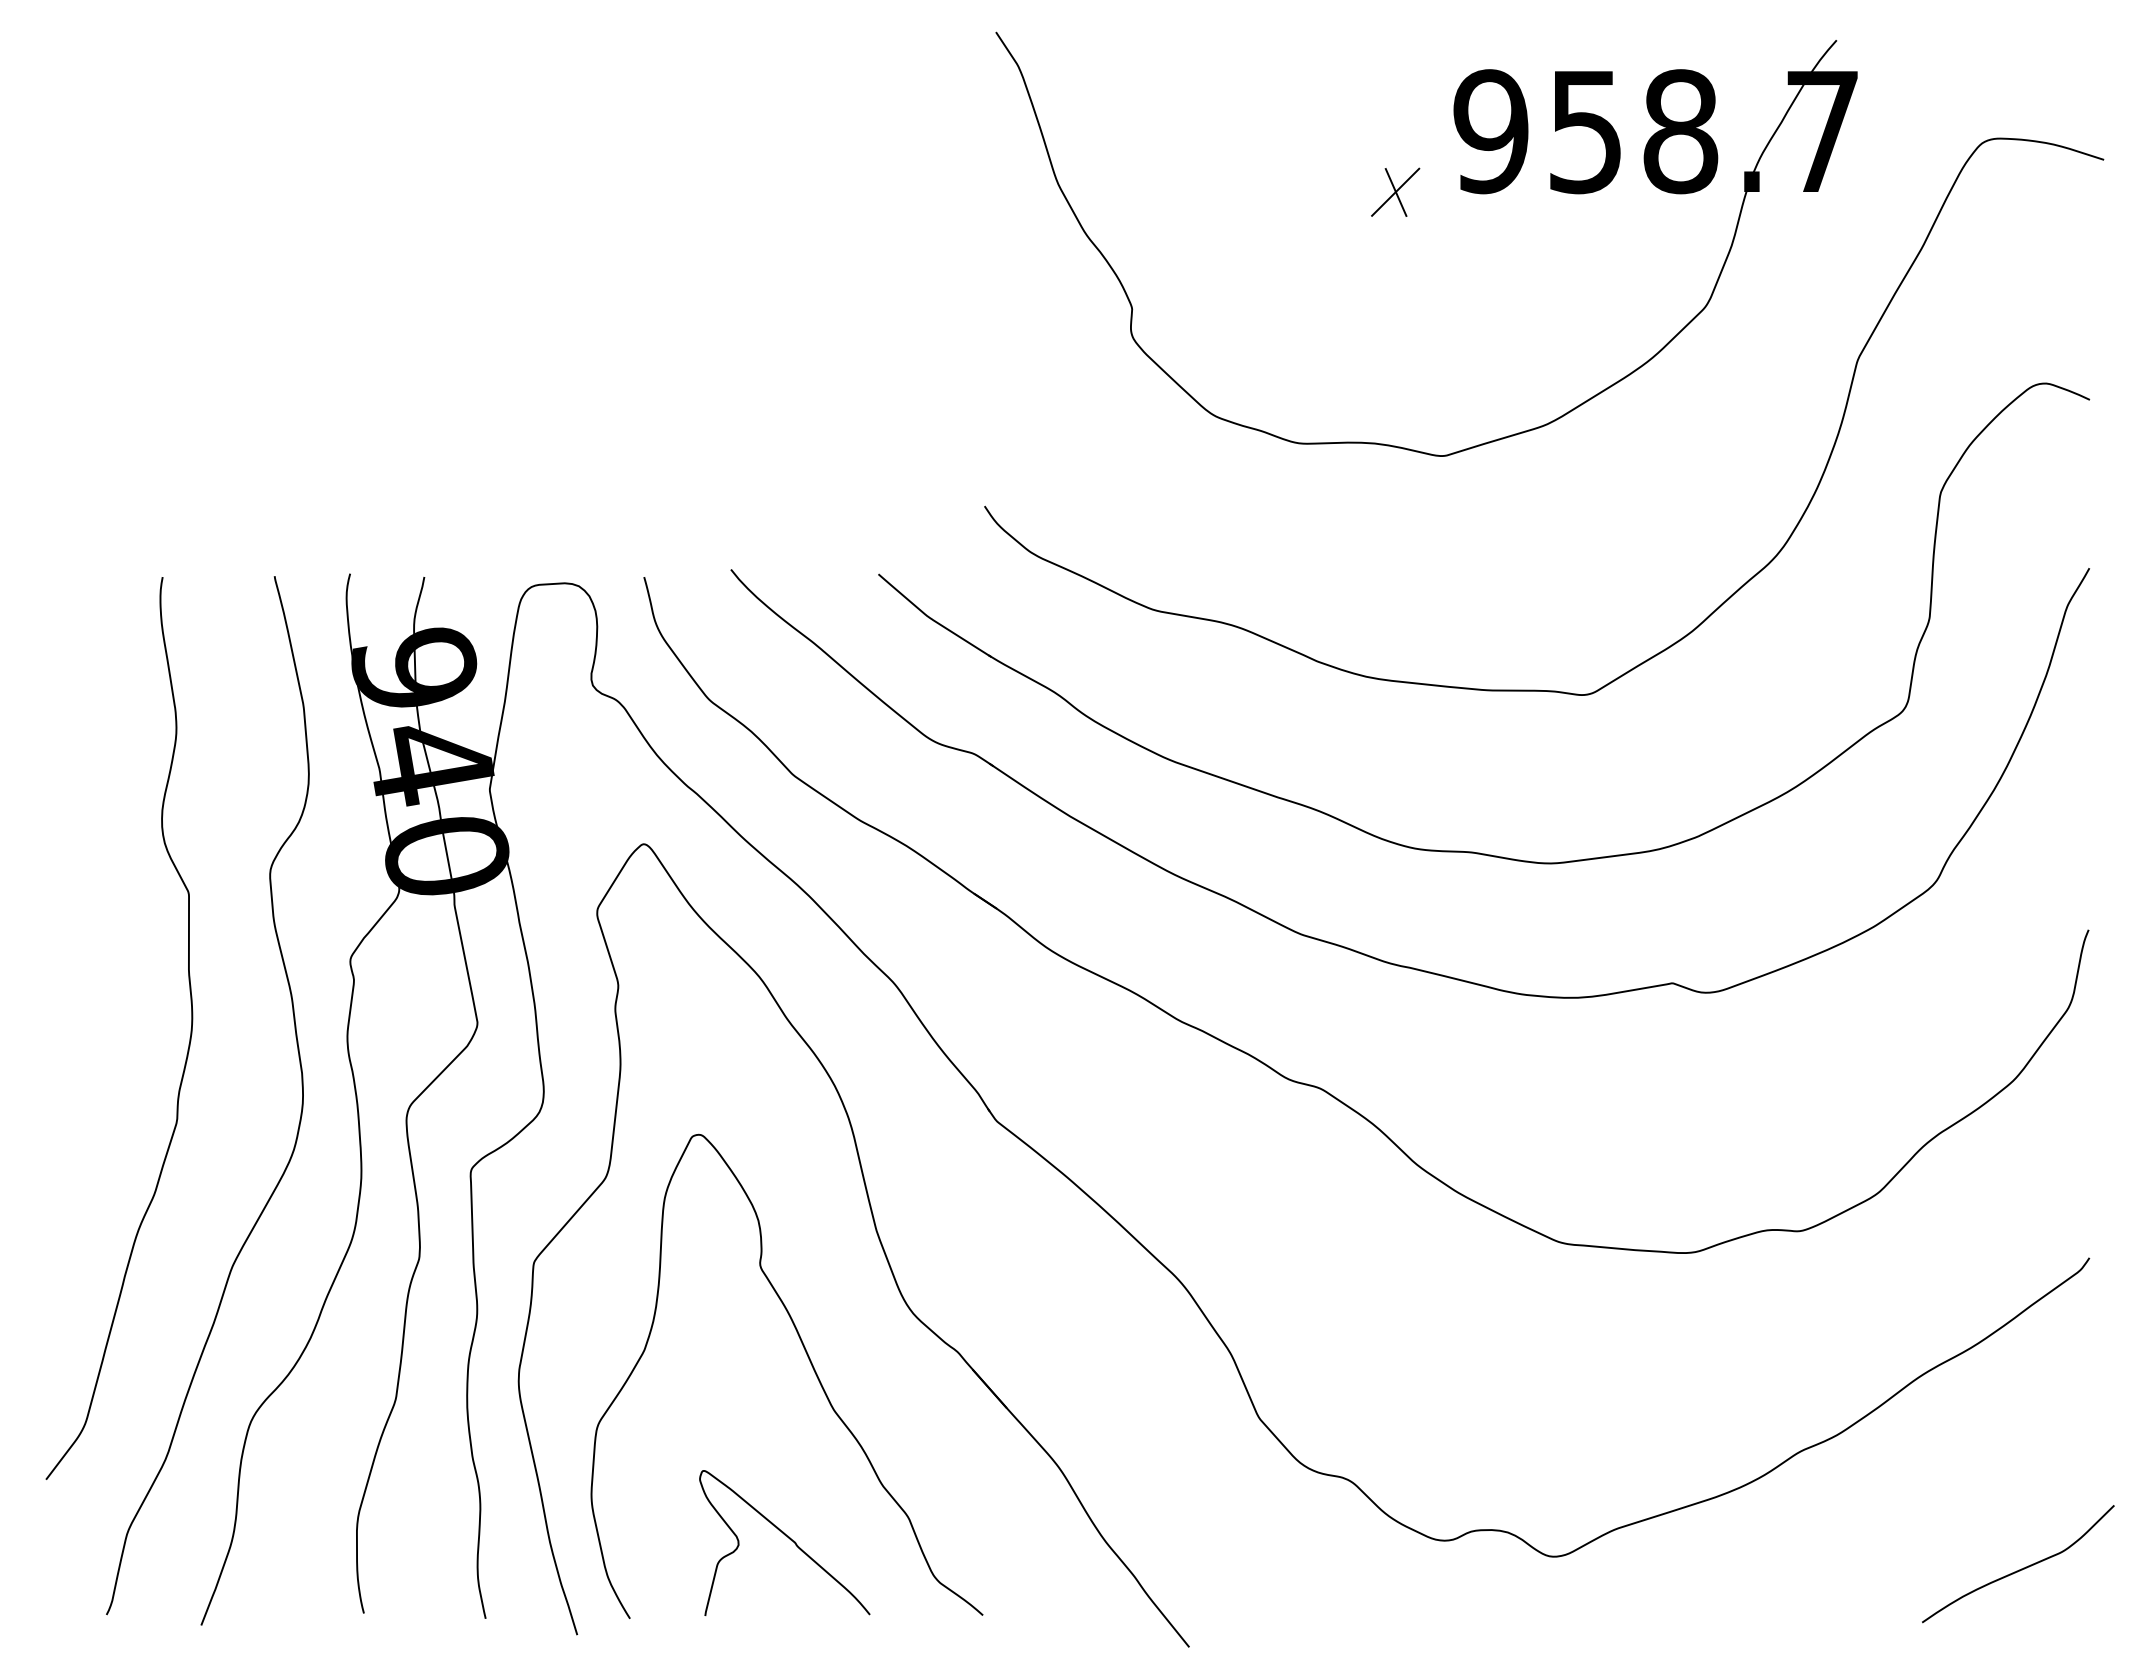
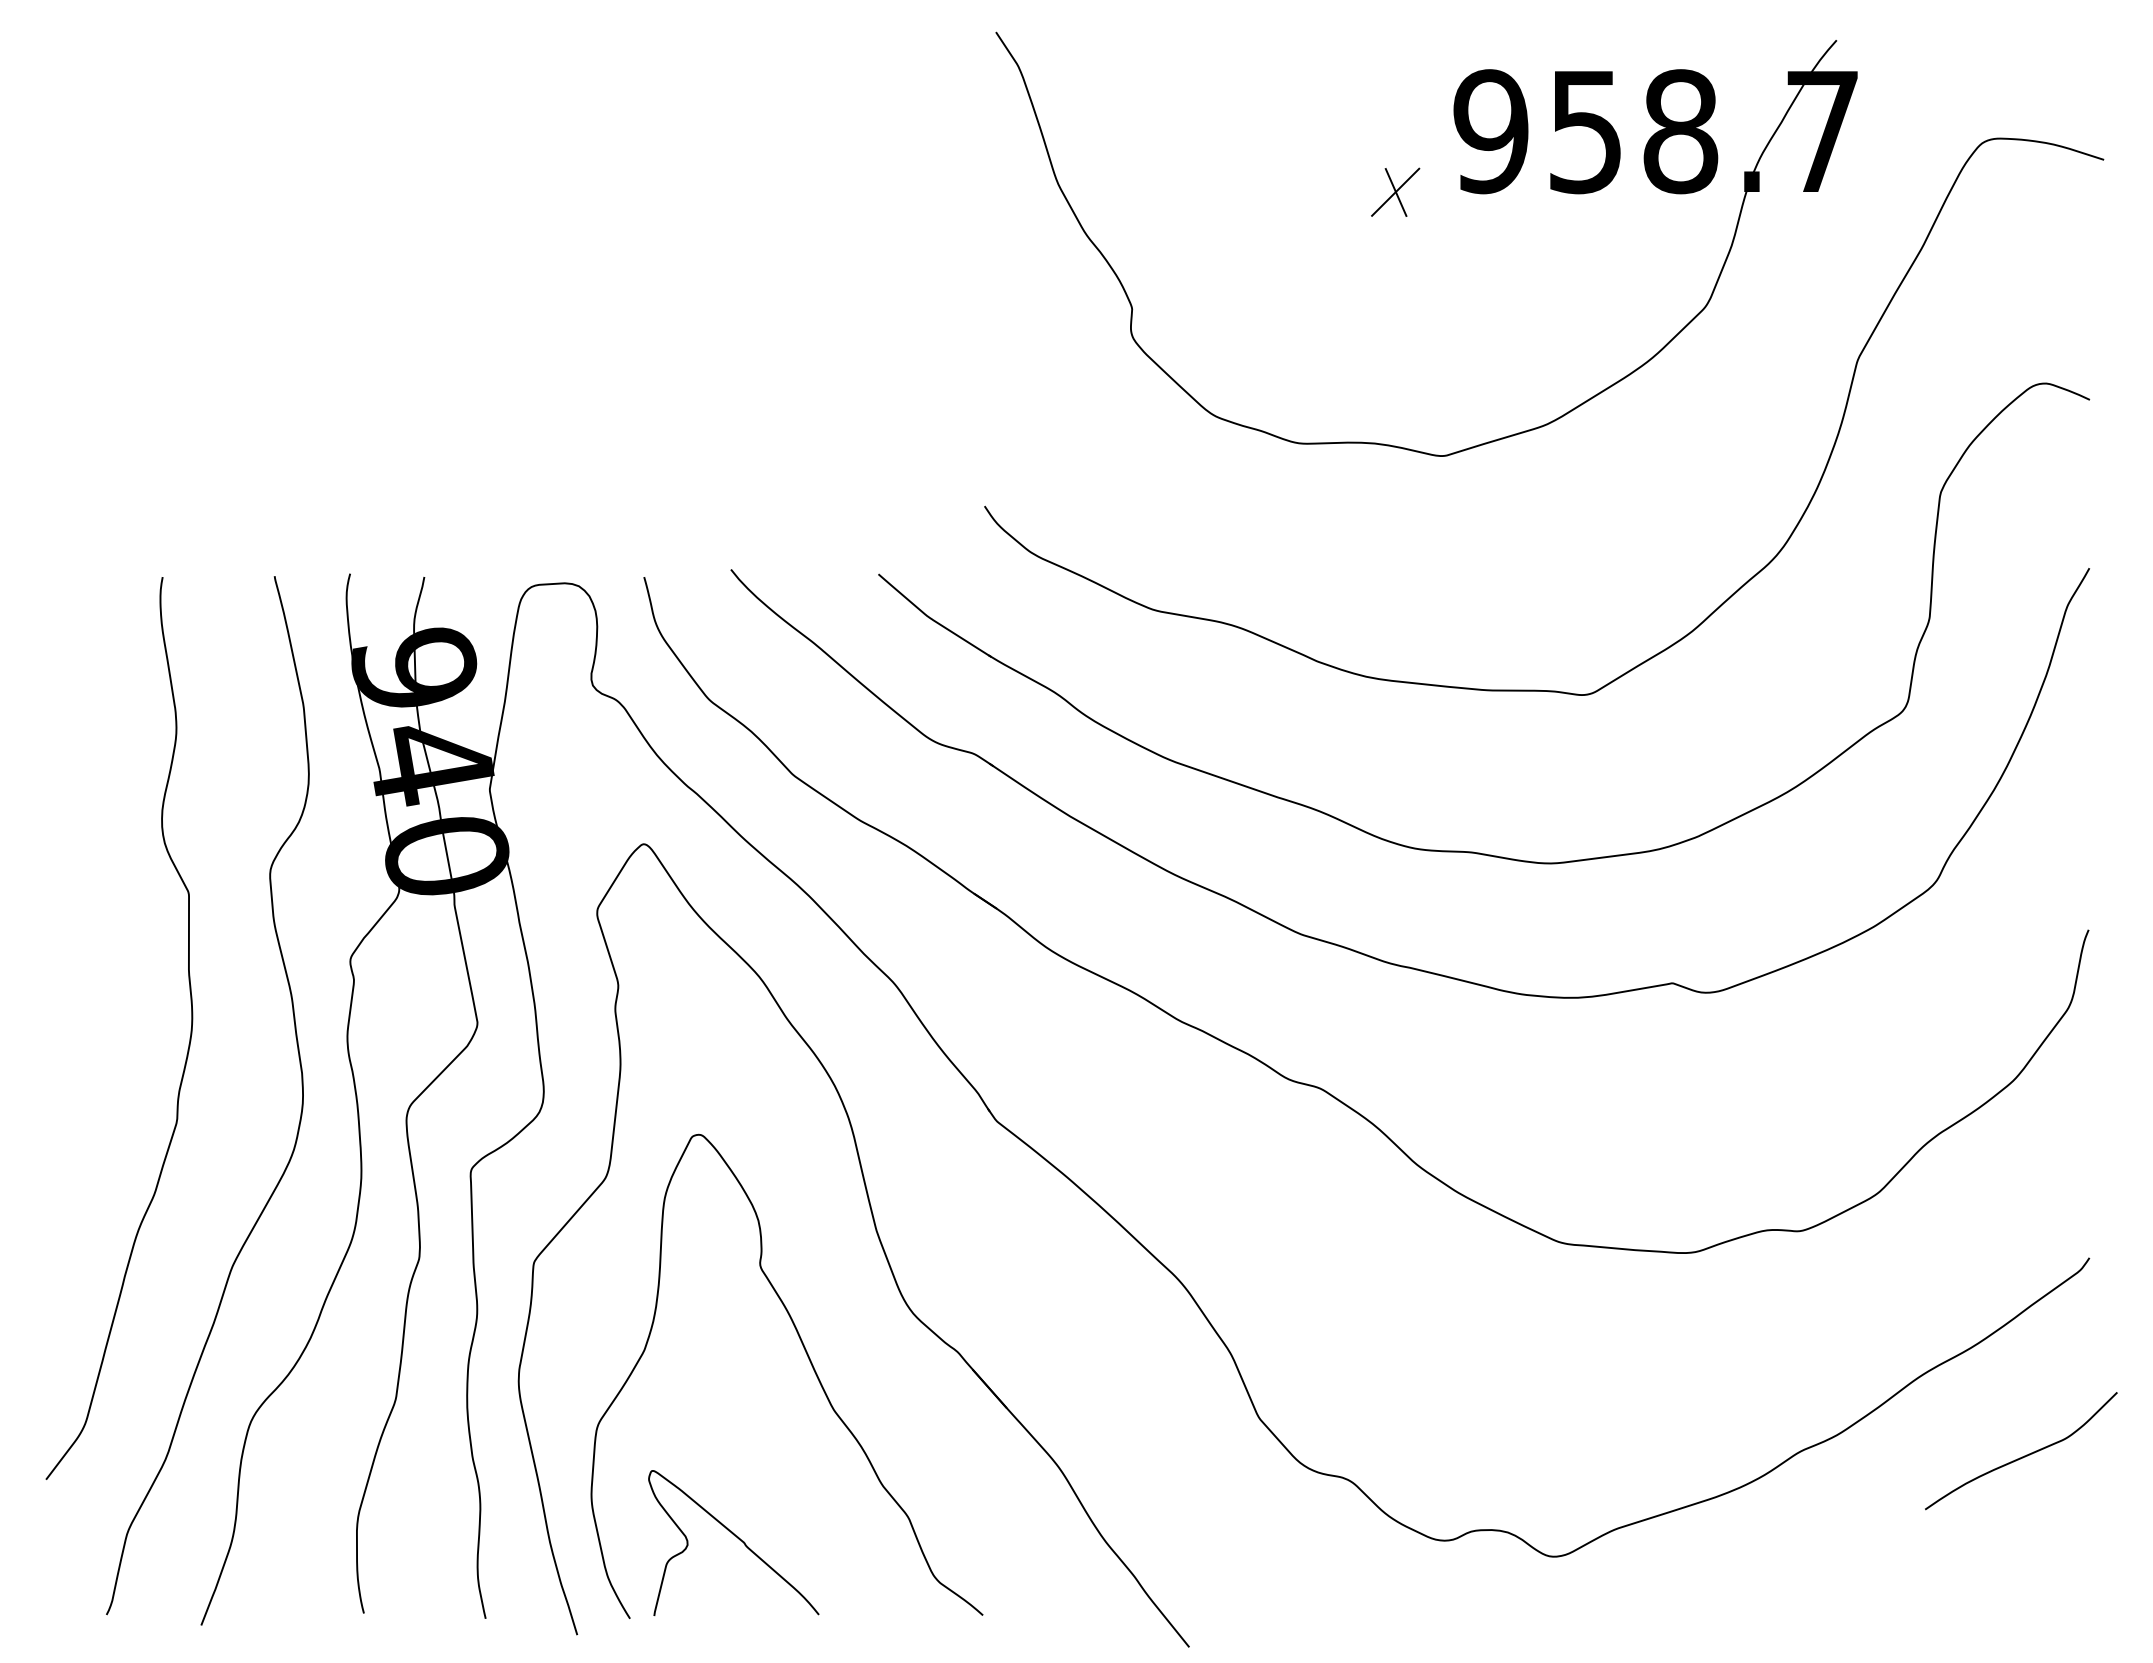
curve at (788, 1538) position: (788, 1538) -> (737, 1538)
curve at (2021, 1568) position: (2021, 1568) -> (2024, 1455)
